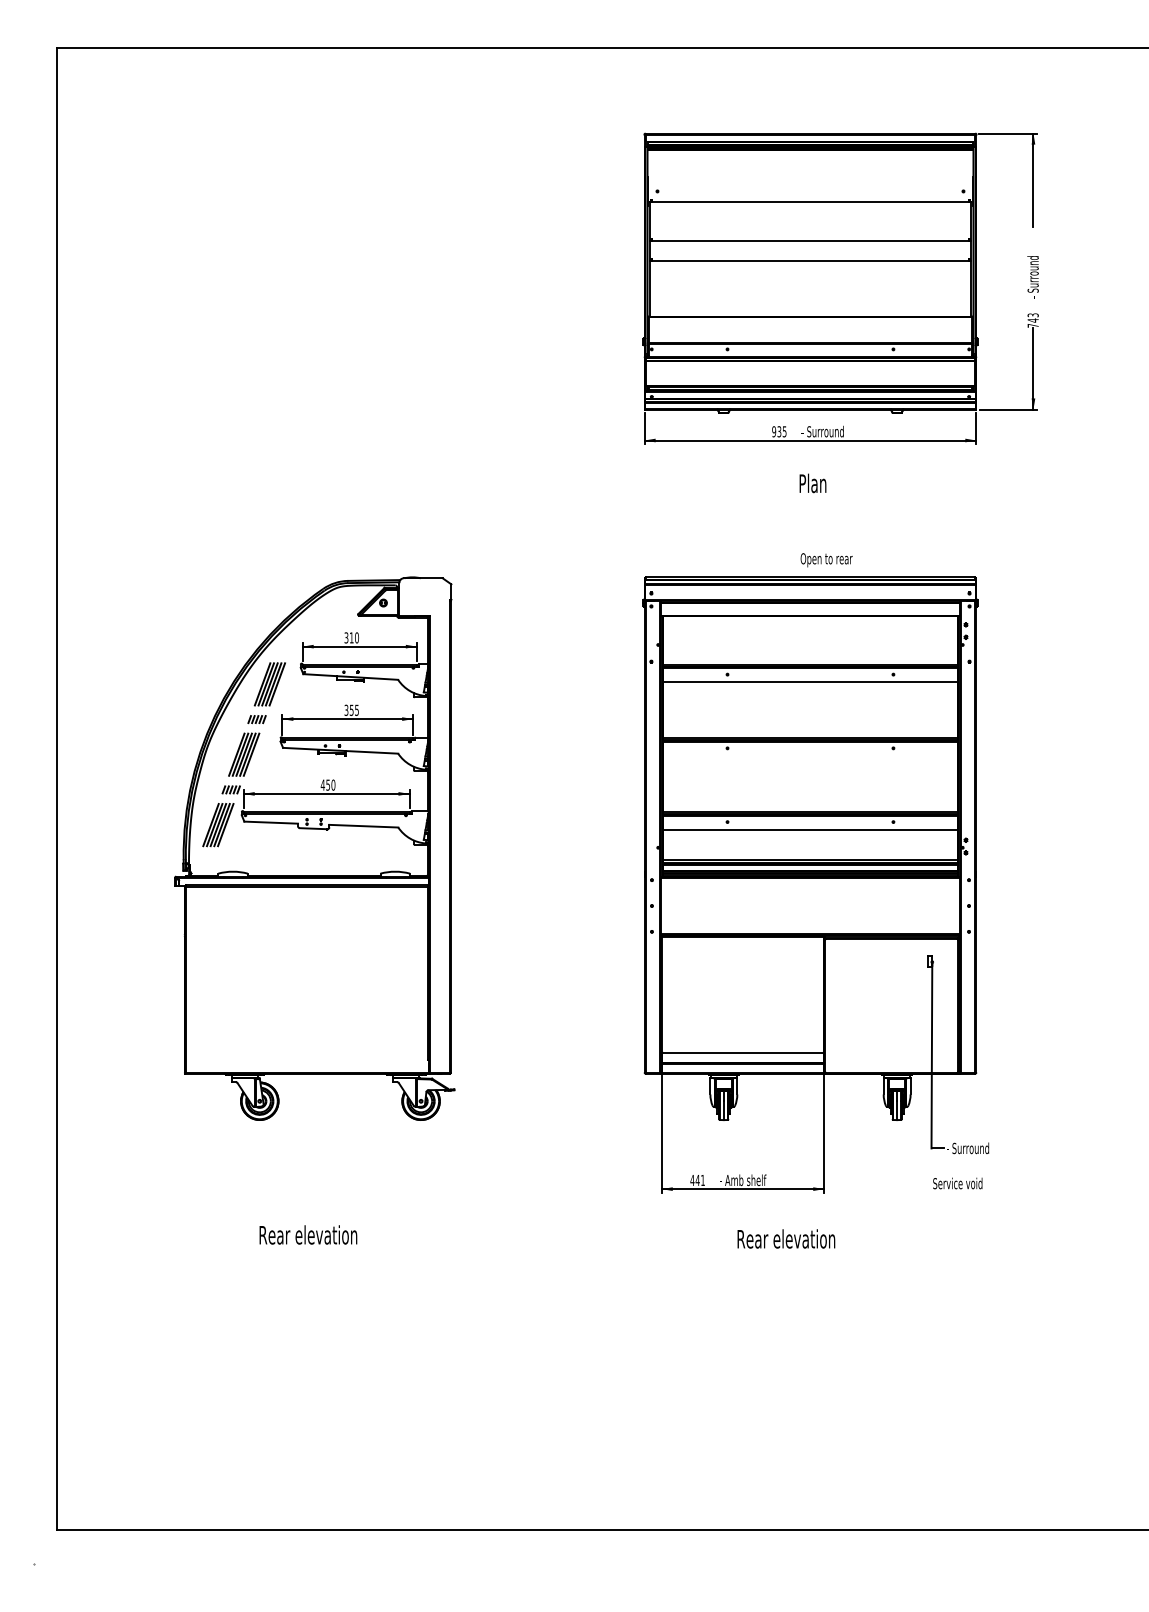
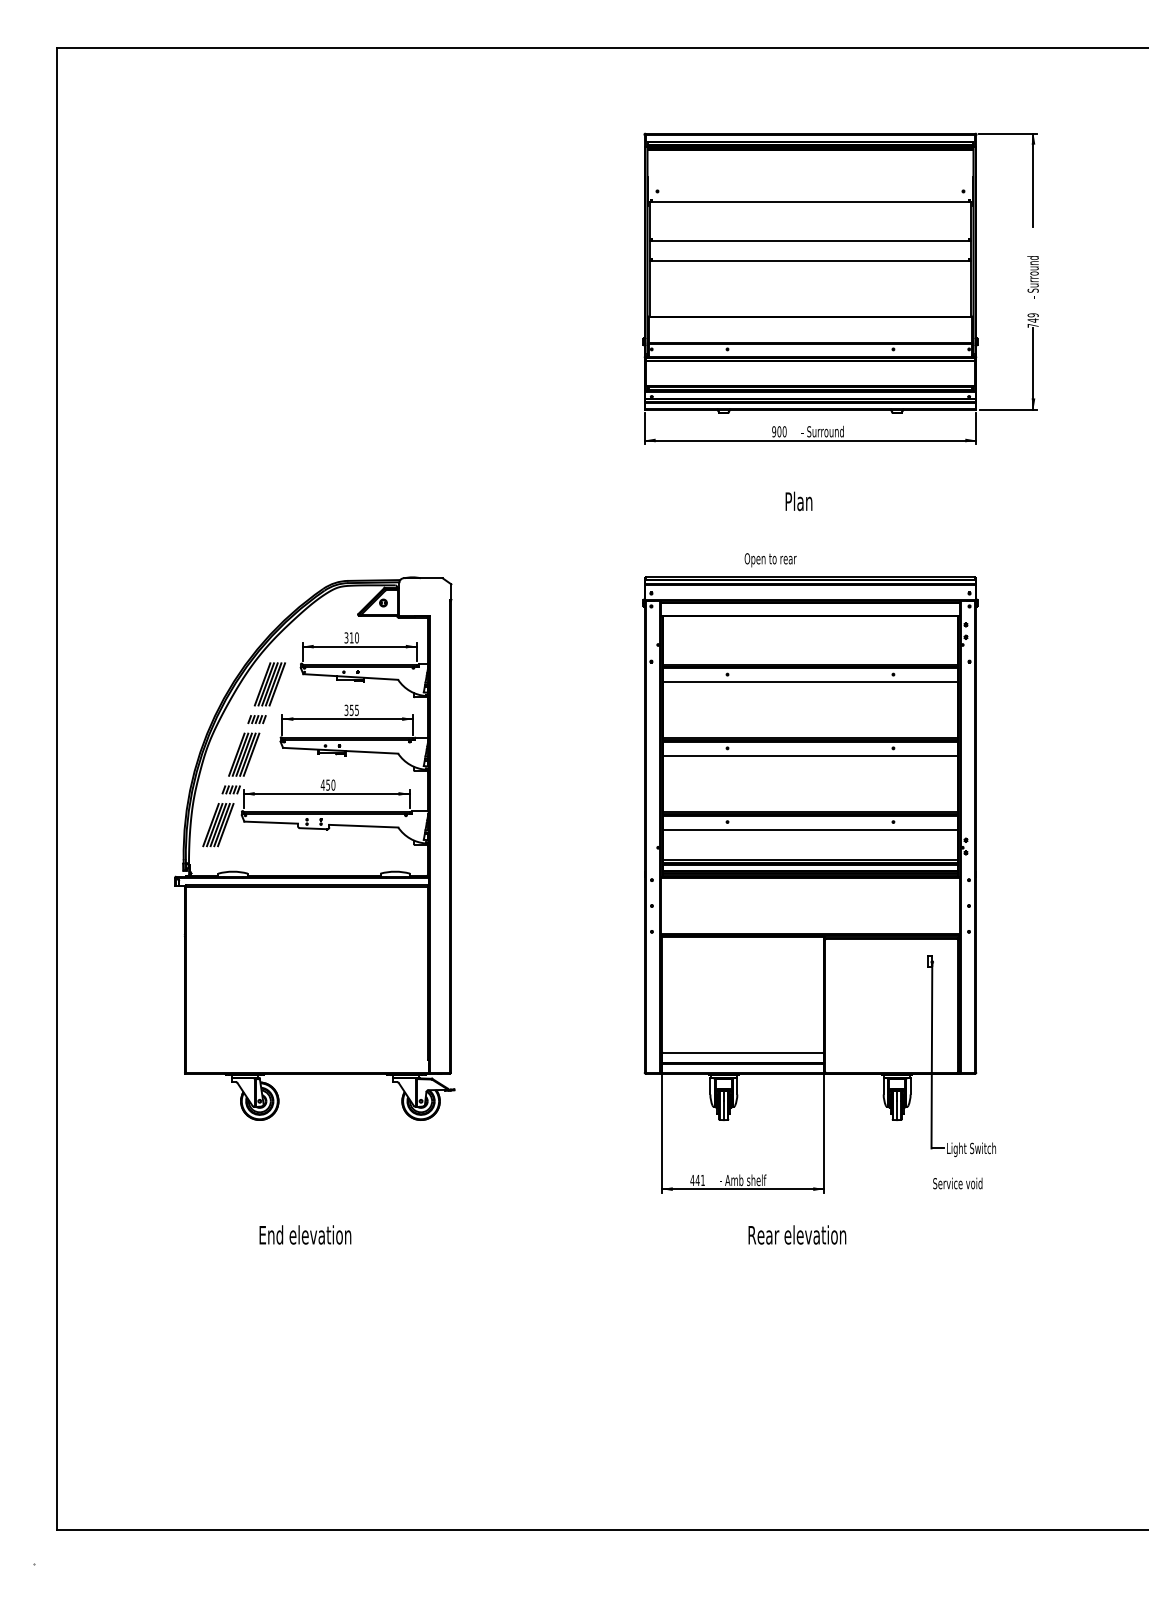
text at (1032, 315): 743 -> 749
text at (781, 431): 935 -> 900
text at (812, 483) position: (812, 483) -> (798, 501)
text at (826, 560) position: (826, 560) -> (770, 560)
line at (810, 755): none -> present
text at (971, 1149): - Surround -> Light Switch
text at (309, 1234): Rear elevation -> End elevation
text at (786, 1238) position: (786, 1238) -> (797, 1234)
